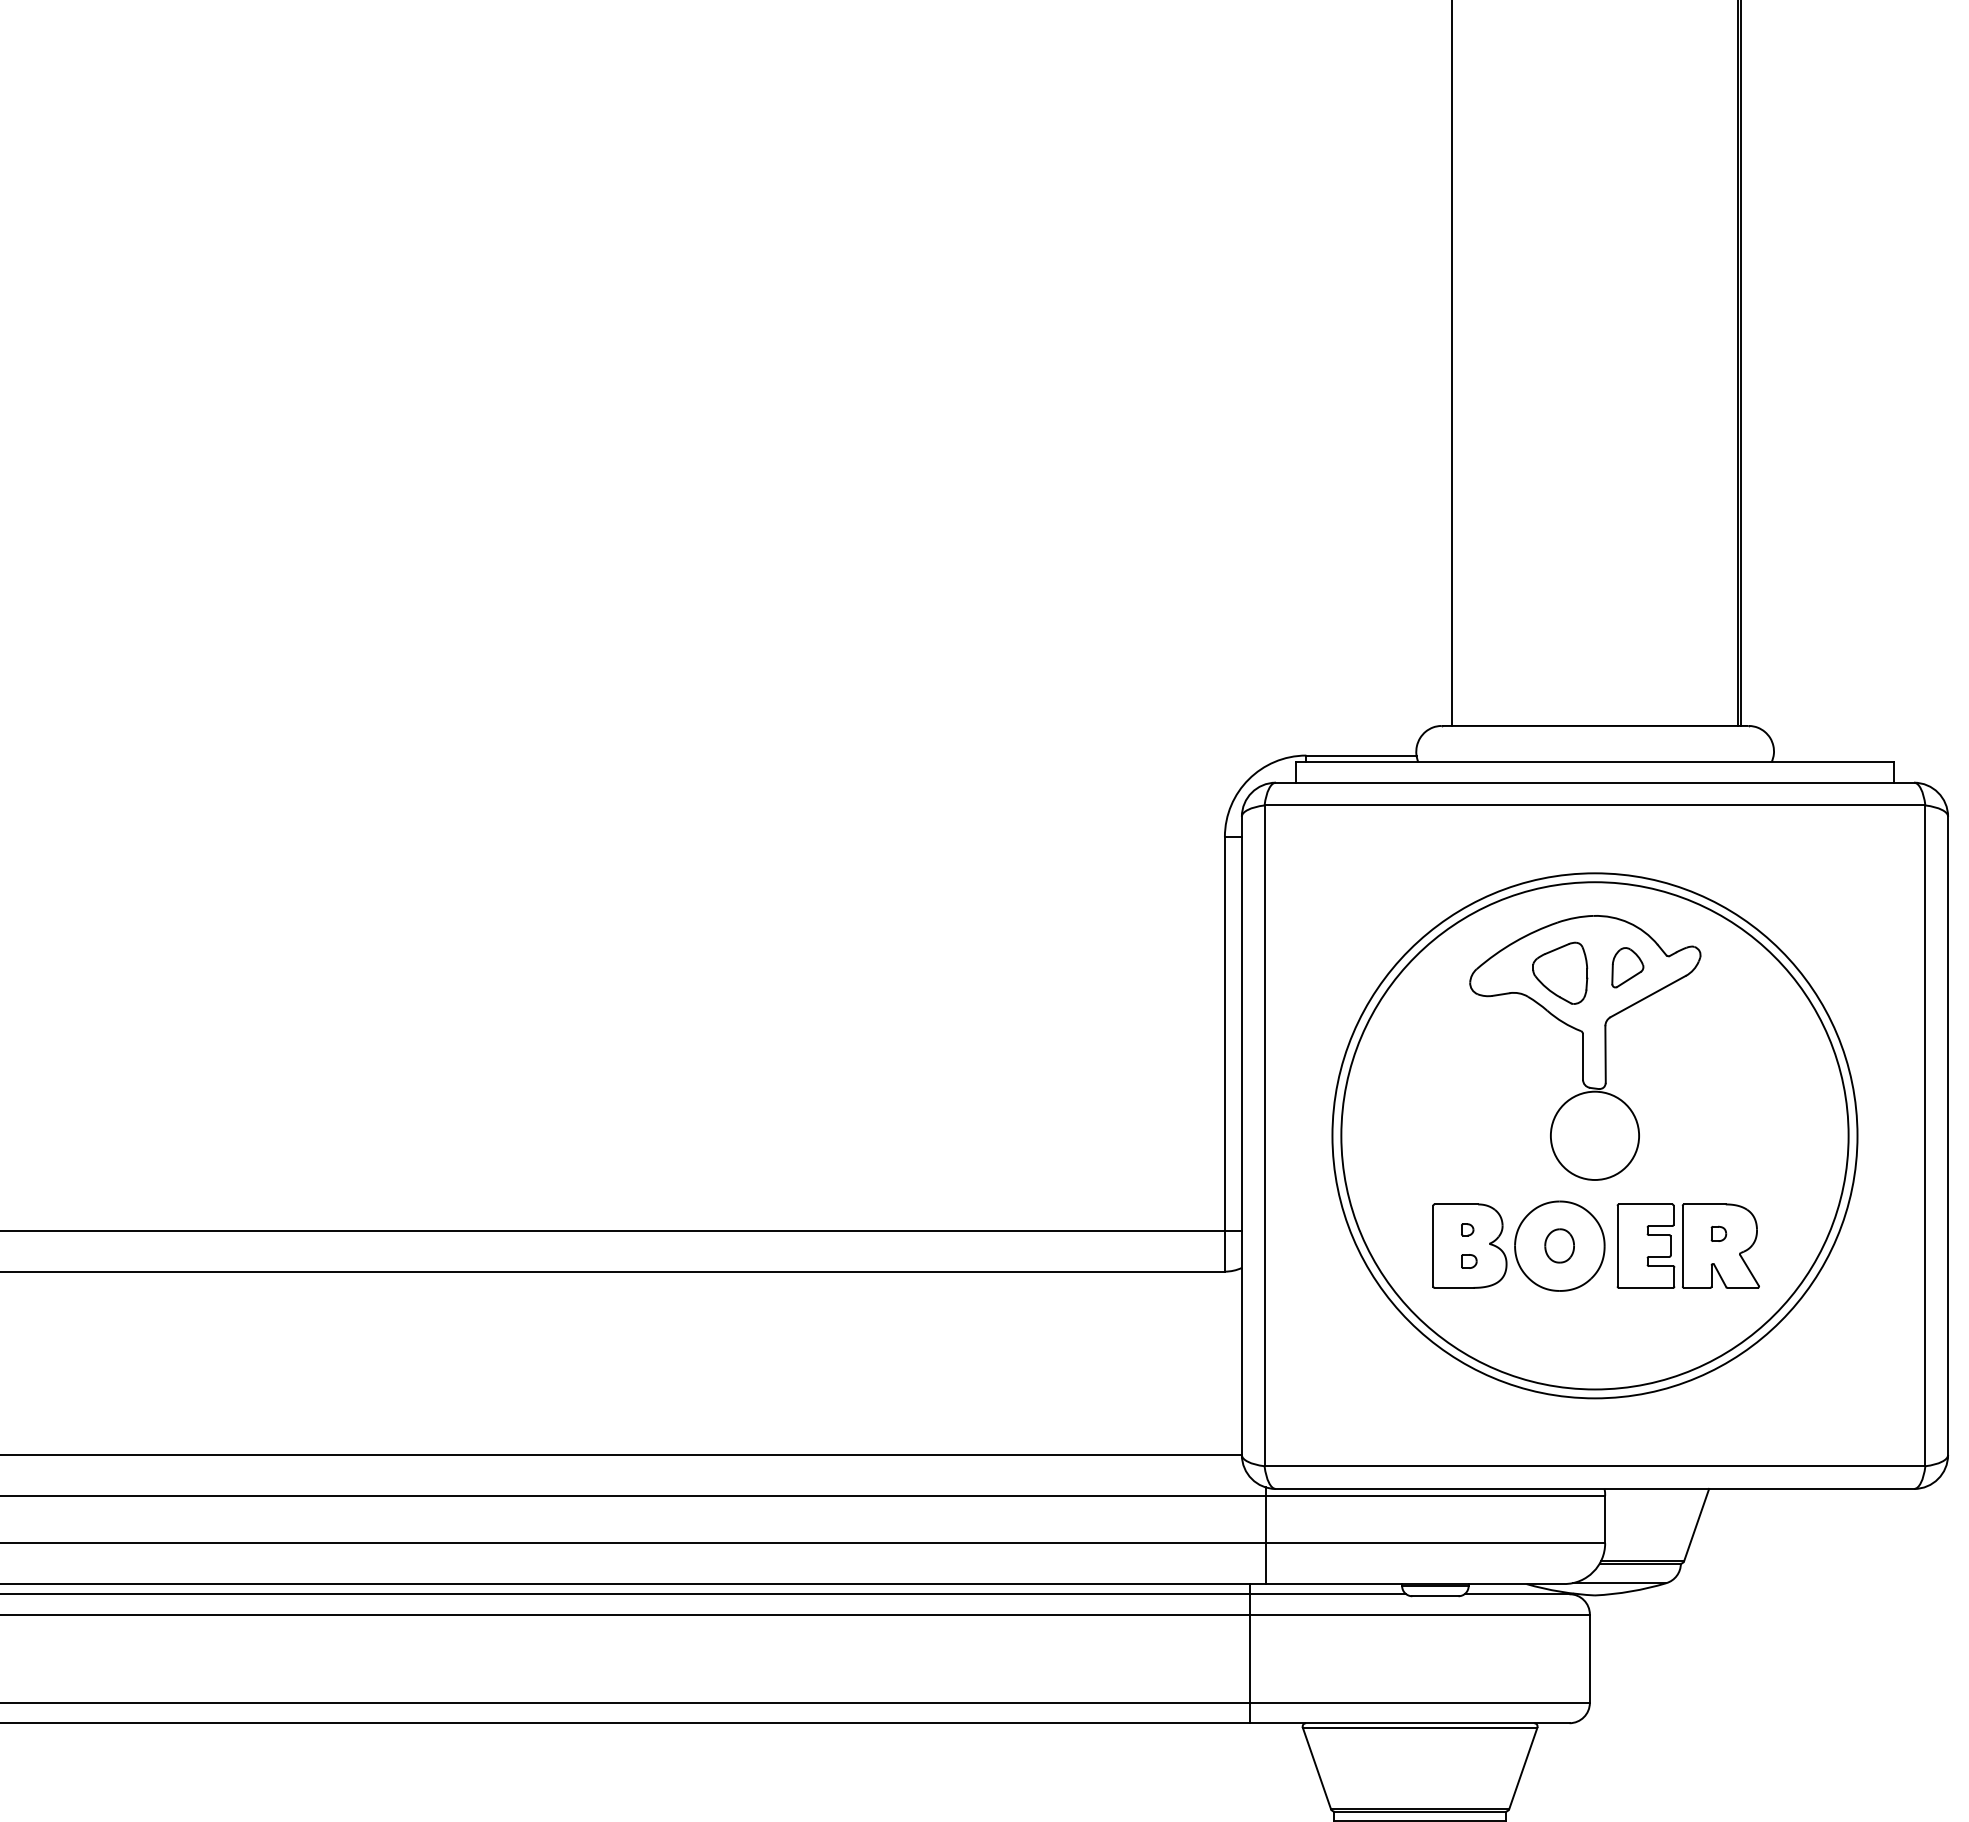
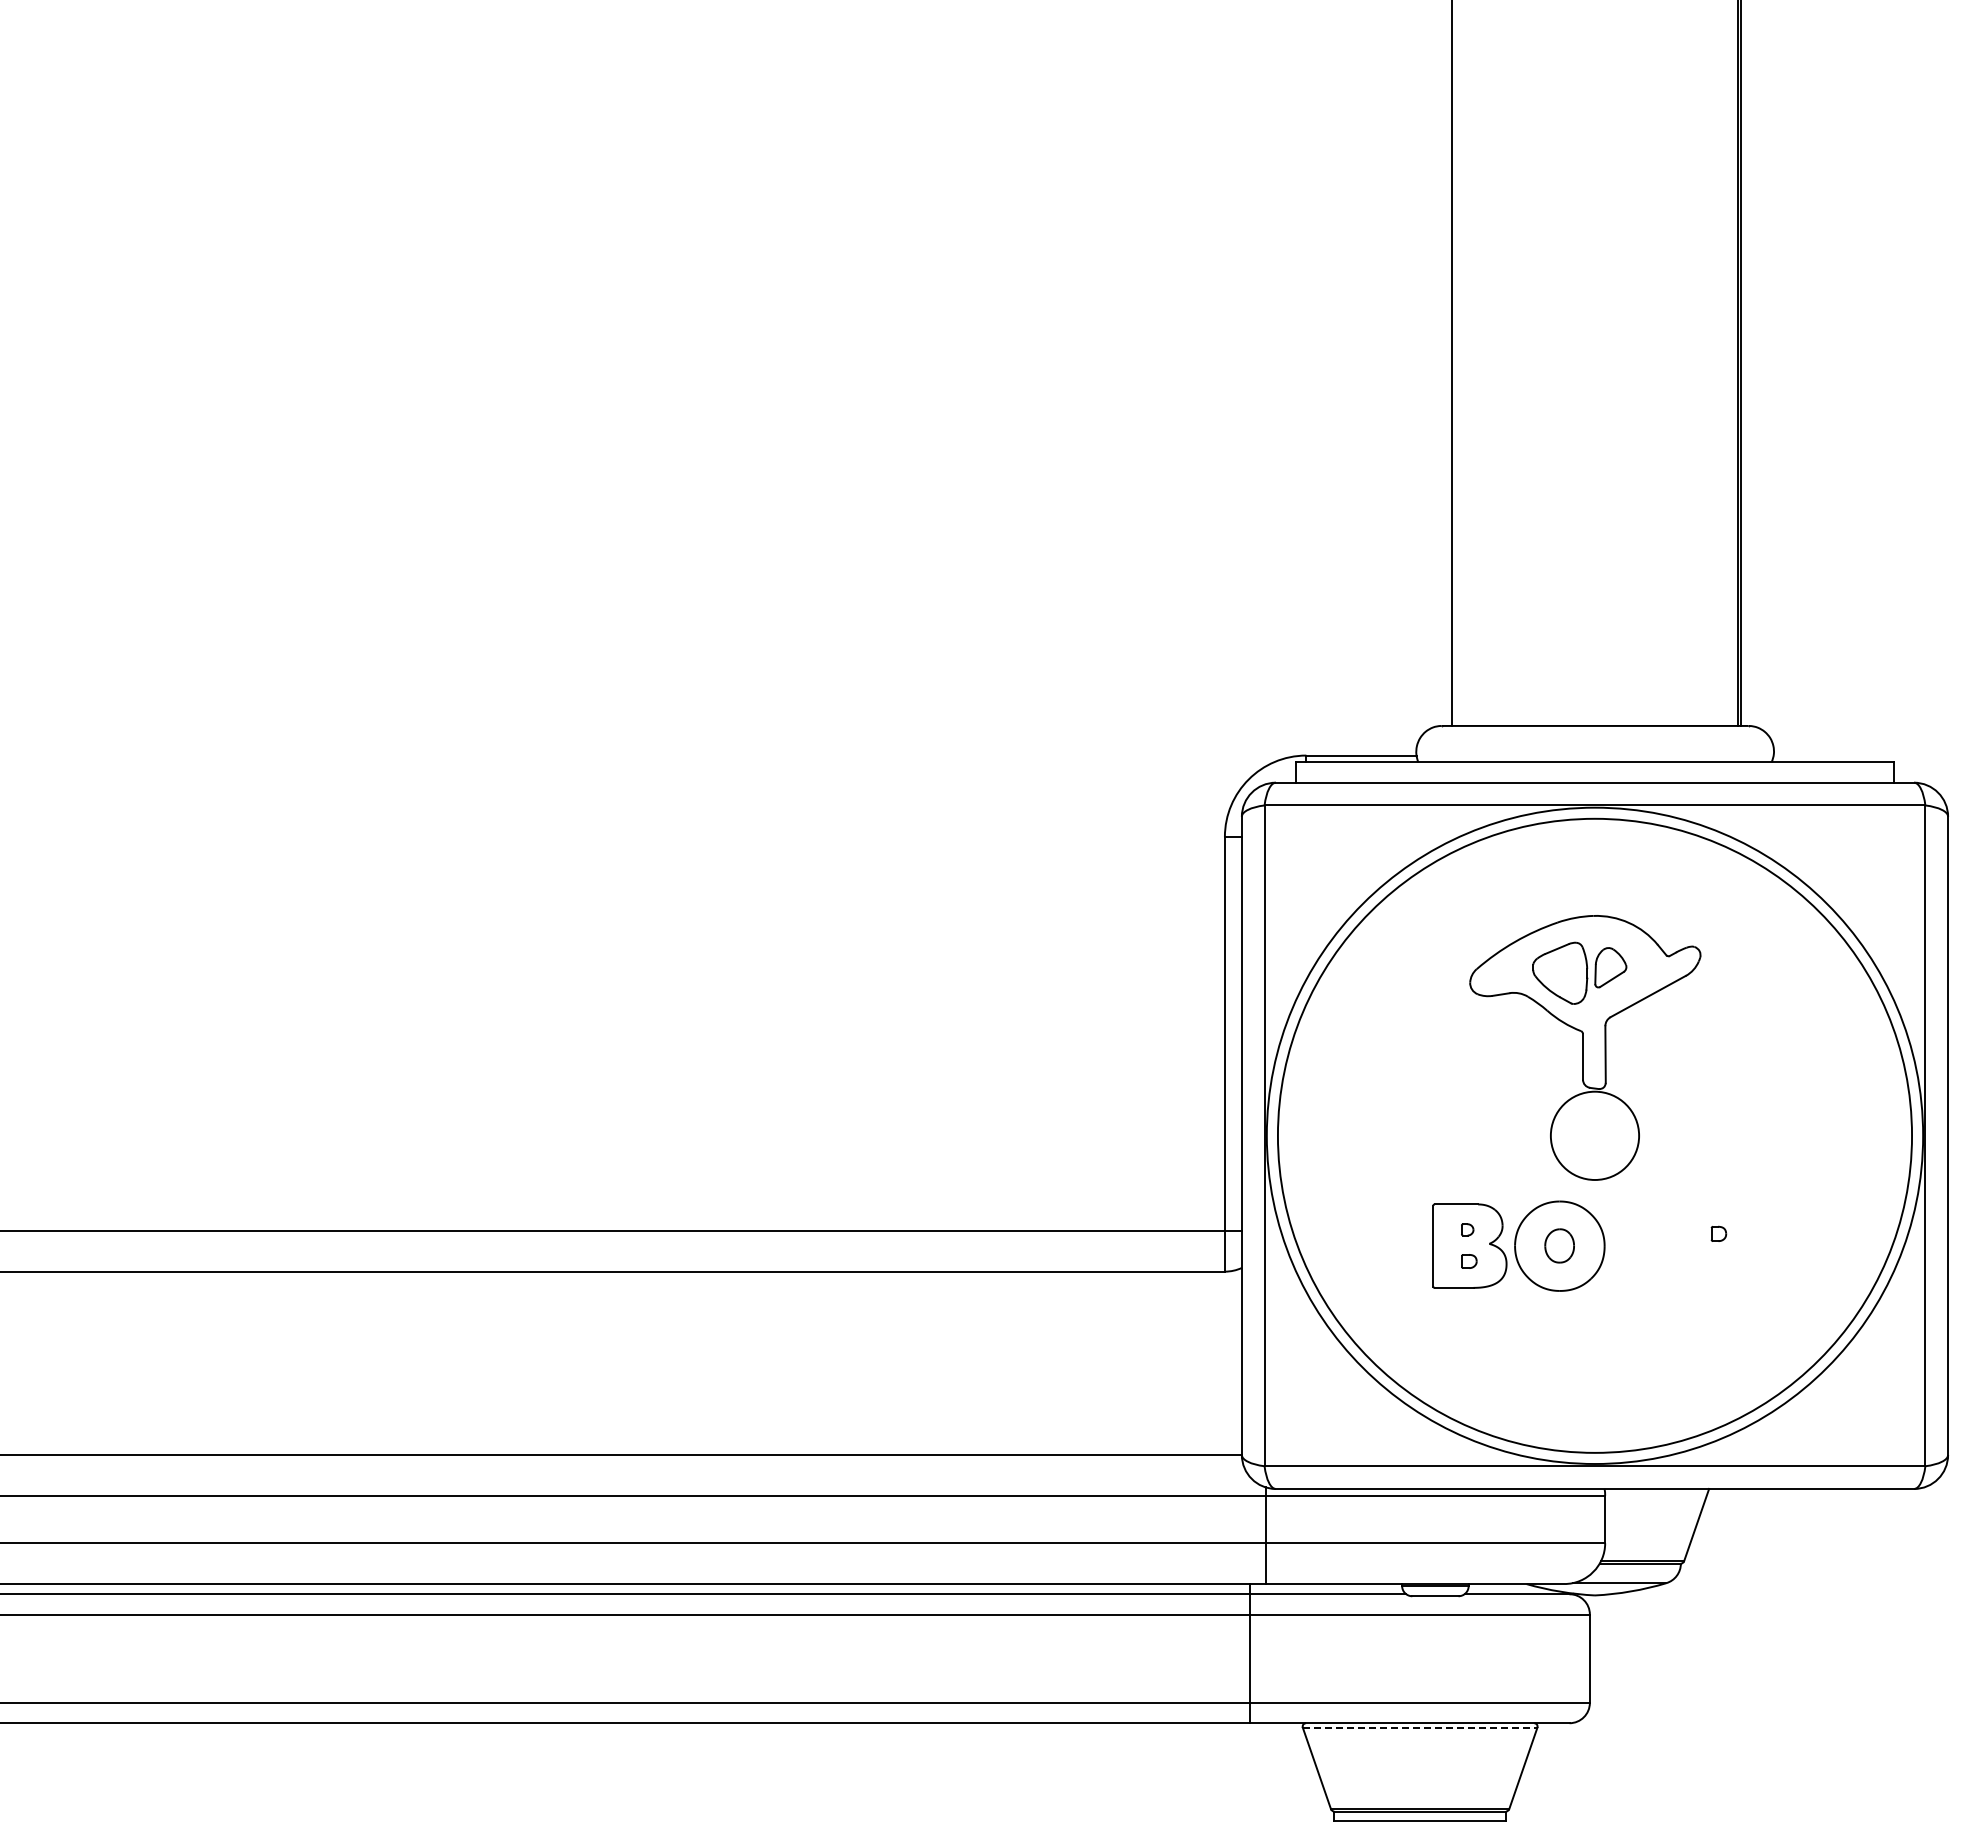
part at (1627, 967) position: (1627, 967) -> (1610, 967)
circle at (1594, 1135) diameter: 507 px -> 634 px
circle at (1594, 1135) diameter: 525 px -> 656 px
part at (1687, 1245): present -> none
line at (1420, 1727): solid -> dashed
